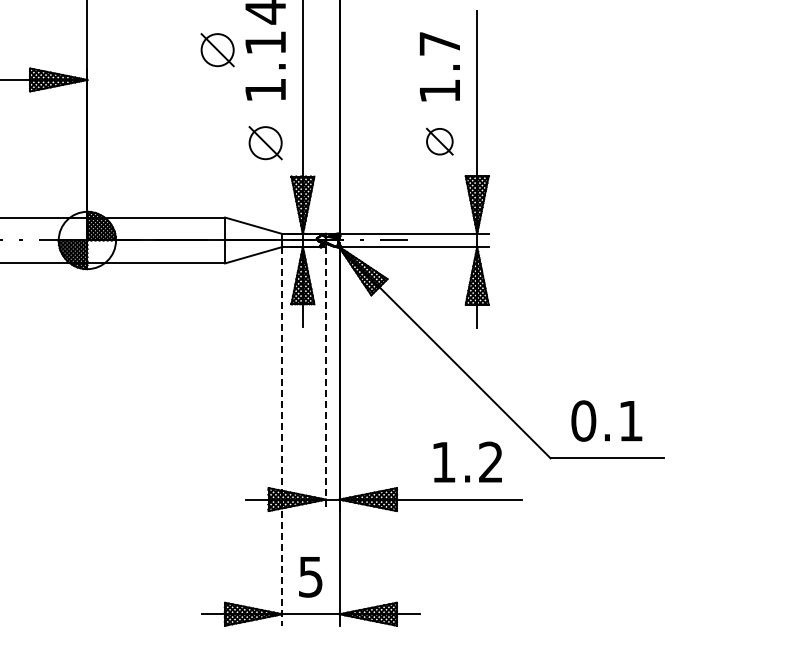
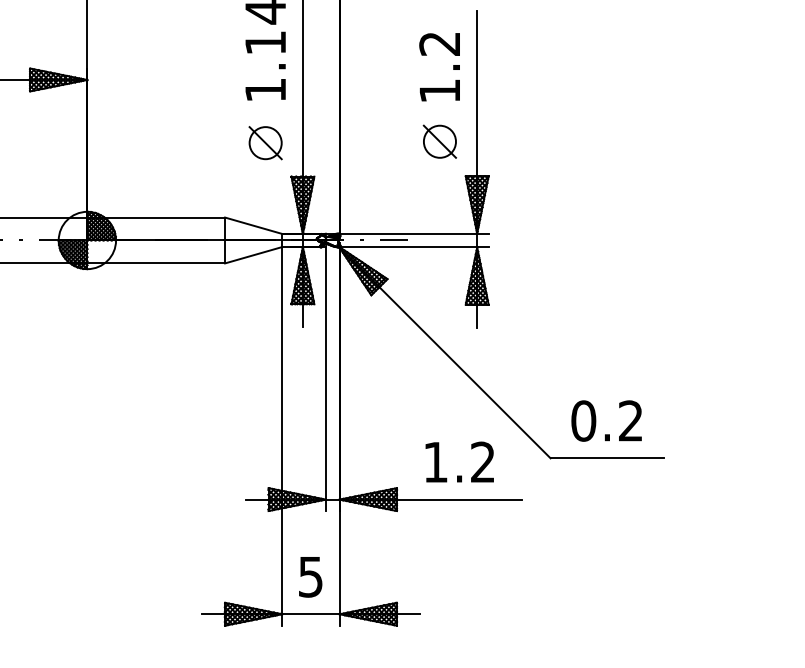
text at (439, 43): 1.7 -> 1.2
part at (217, 50): present -> none
part at (439, 141) size: 28x29 px -> 35x35 px
line at (325, 379): dashed -> solid
text at (630, 420): 0.1 -> 0.2
line at (282, 436): dashed -> solid
text at (467, 461) position: (467, 461) -> (459, 461)
